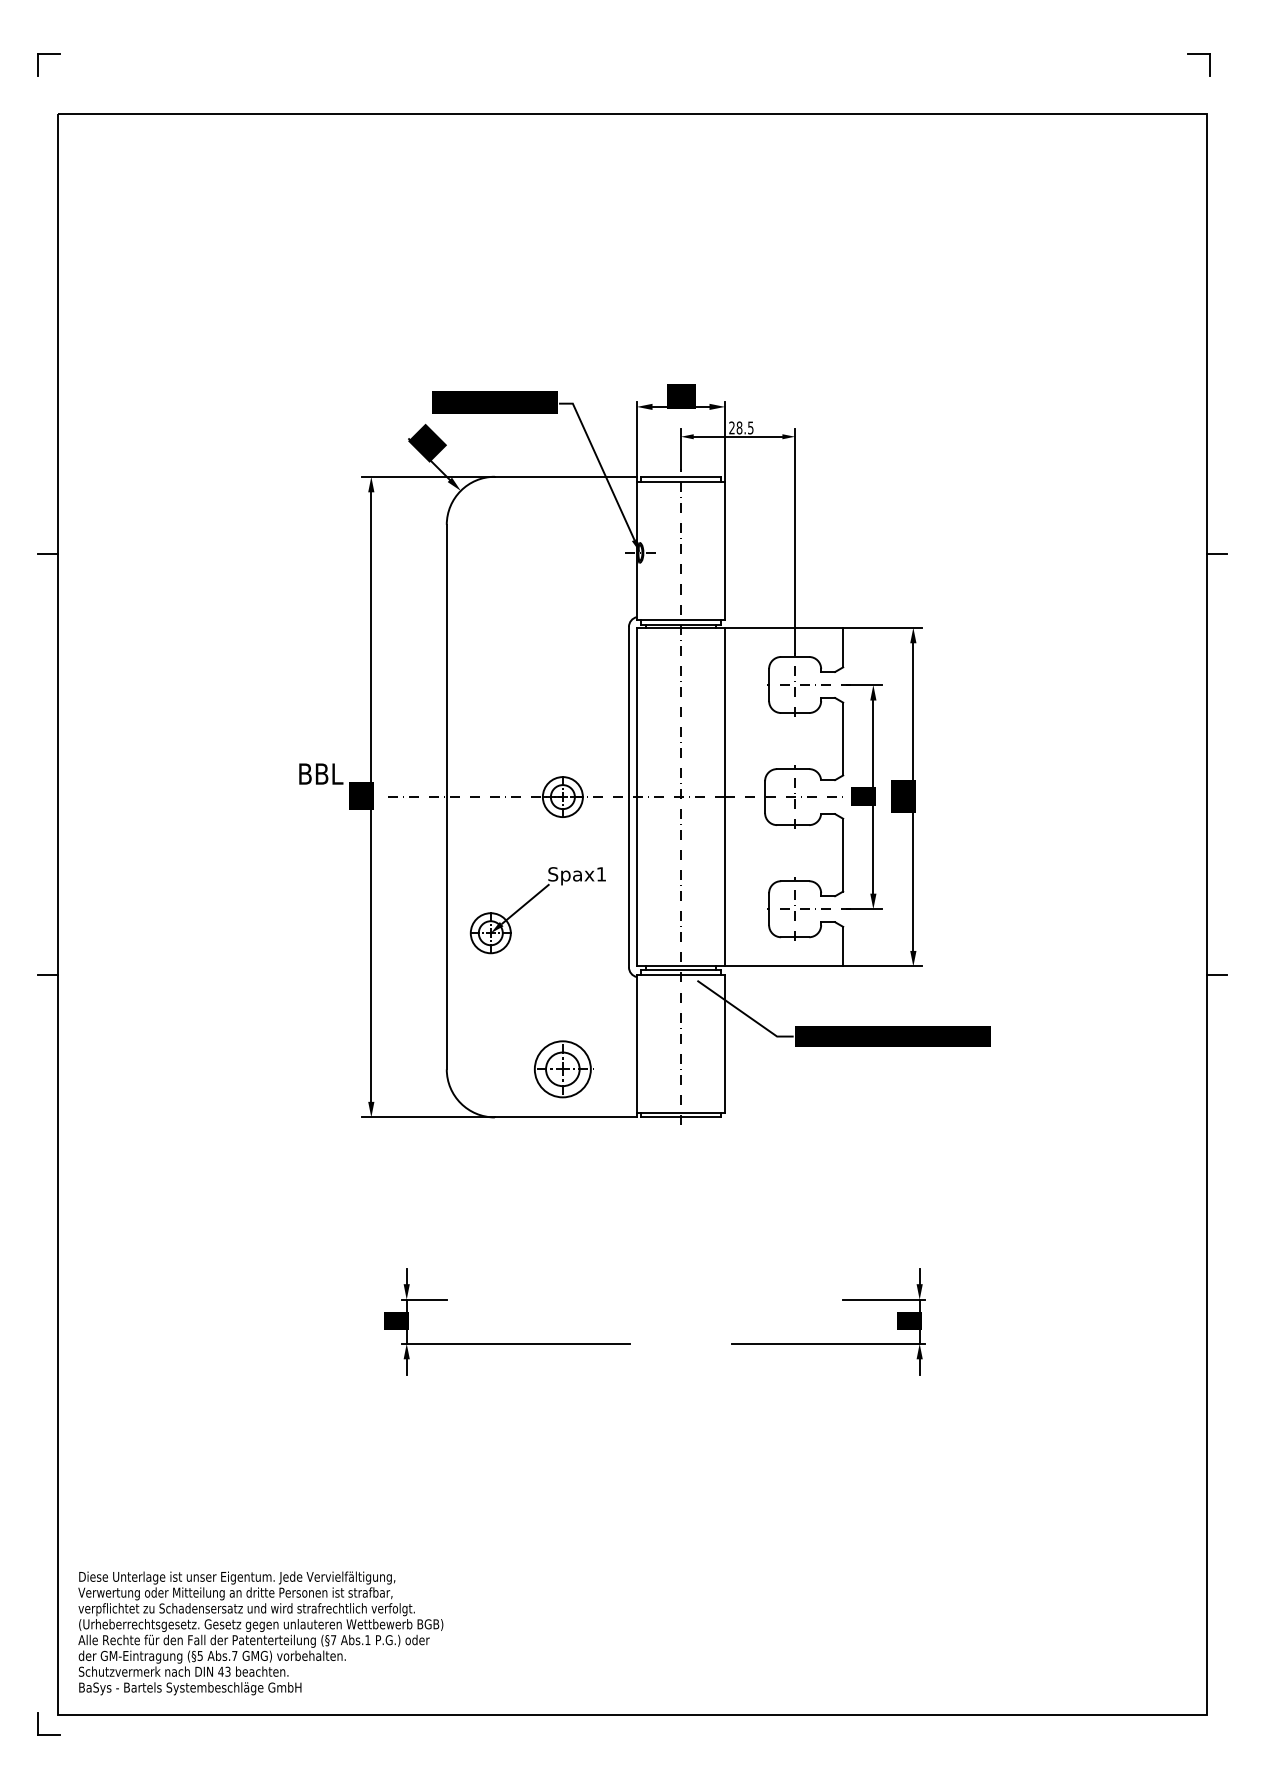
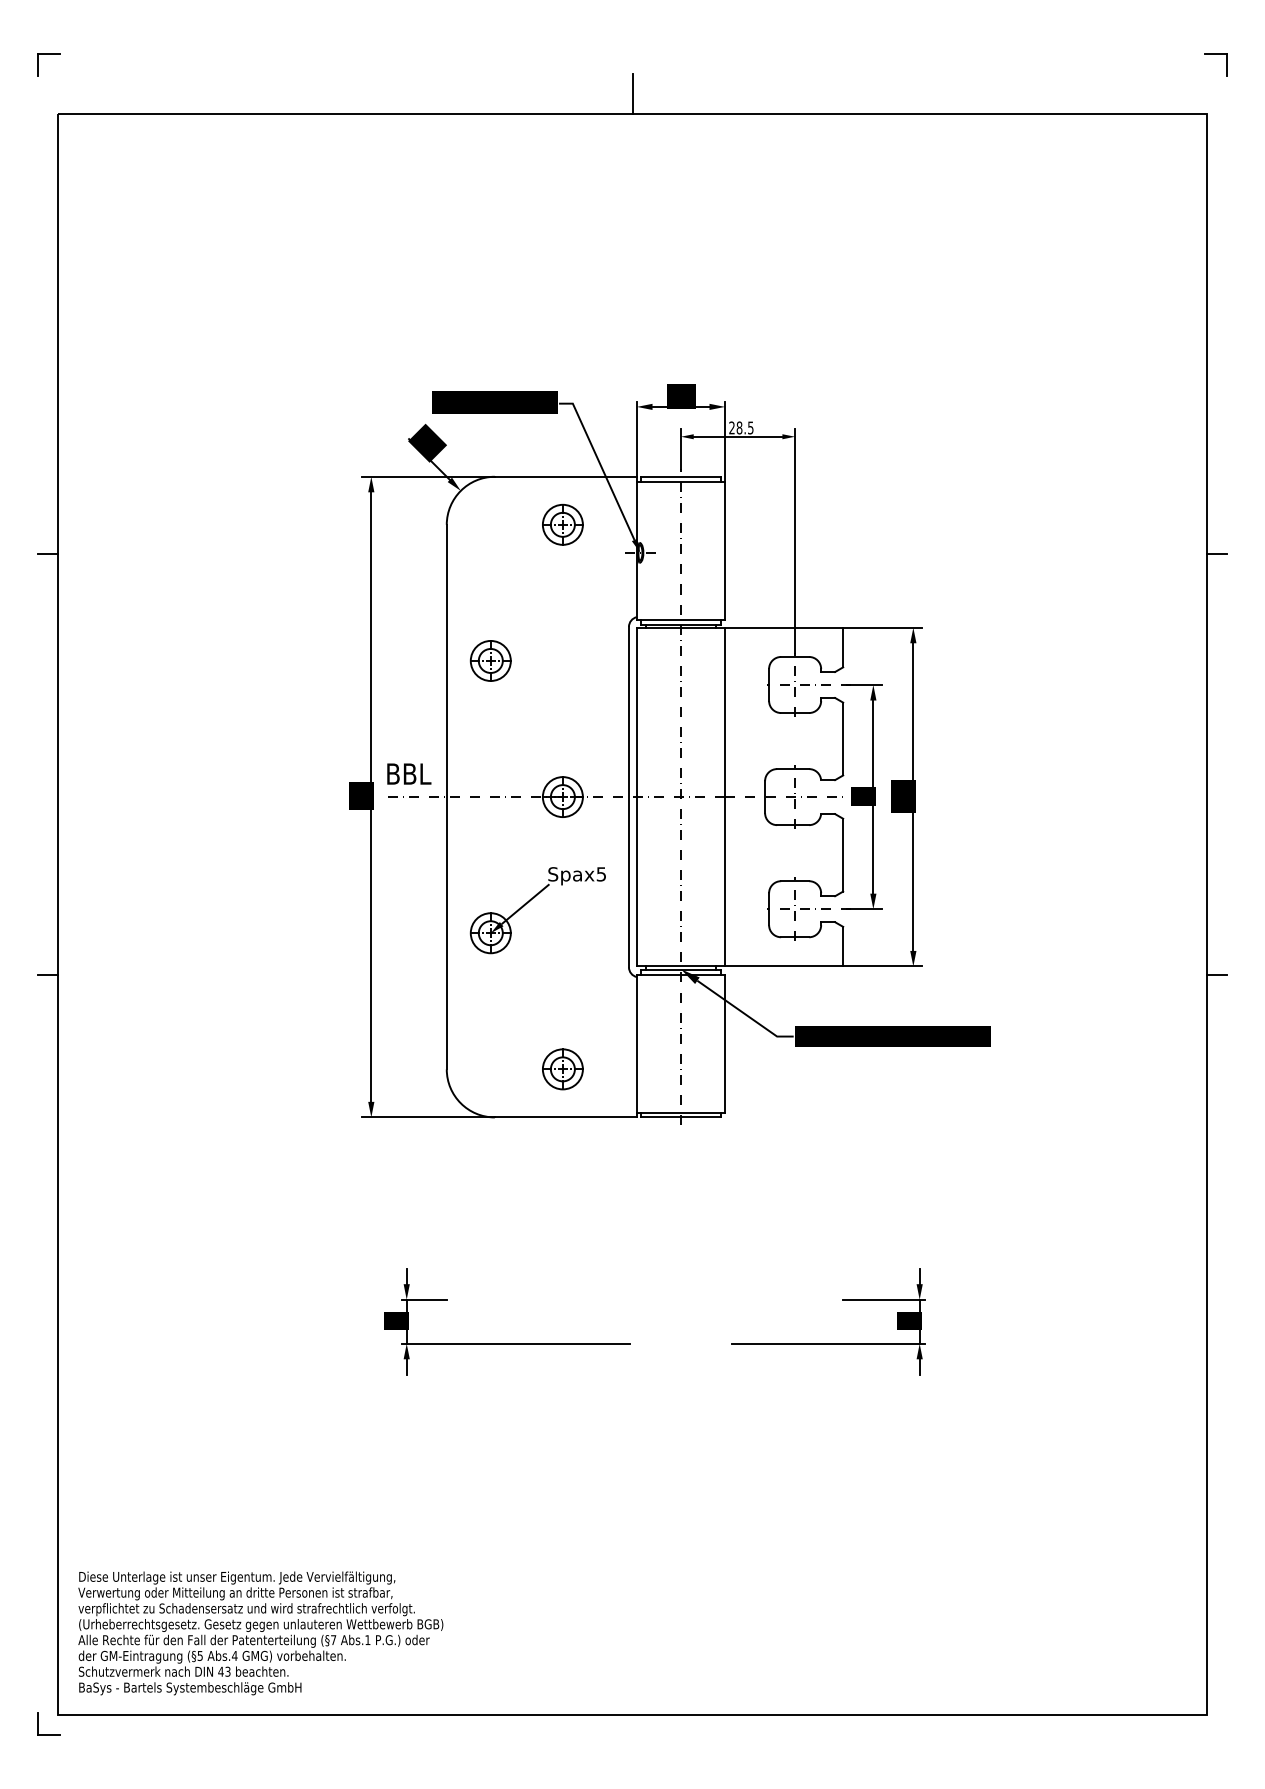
part at (1198, 54) position: (1198, 54) -> (1215, 54)
line at (632, 93): none -> present
part at (562, 524): none -> present
part at (490, 660): none -> present
text at (321, 773) position: (321, 773) -> (409, 773)
text at (600, 874): Spax1 -> Spax5
fill at (690, 976): none -> present
part at (563, 1069) size: 60x59 px -> 42x43 px
text at (234, 1655): Abs.7 -> Abs.4
